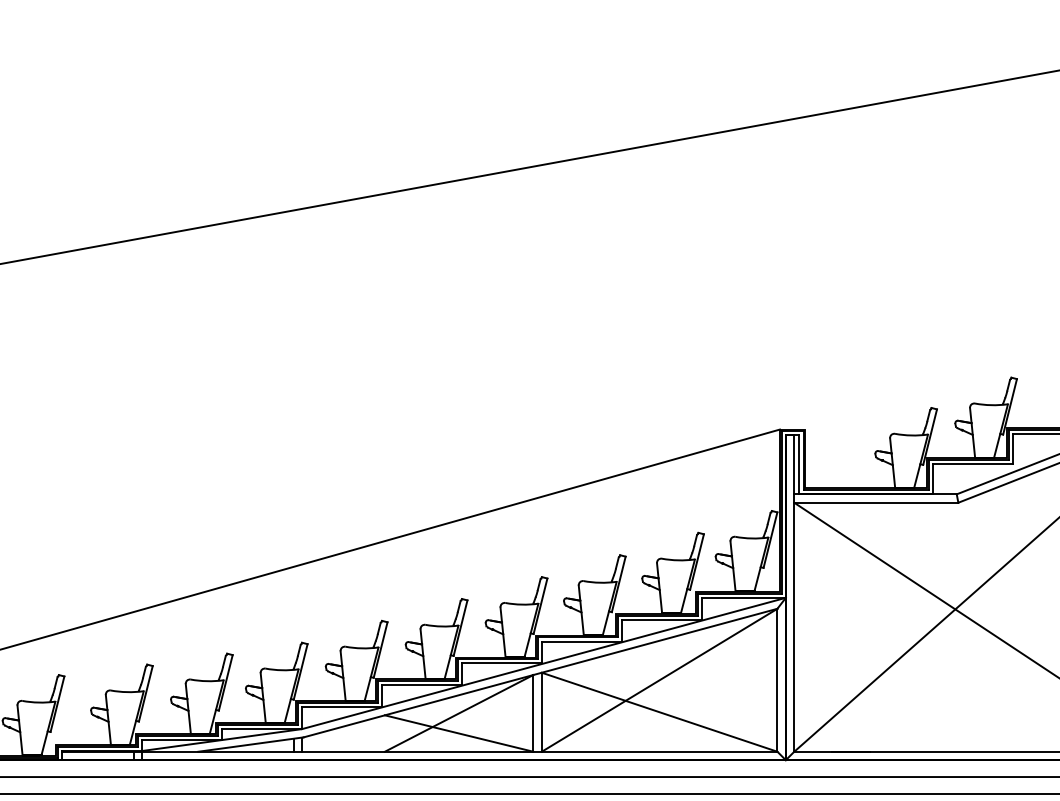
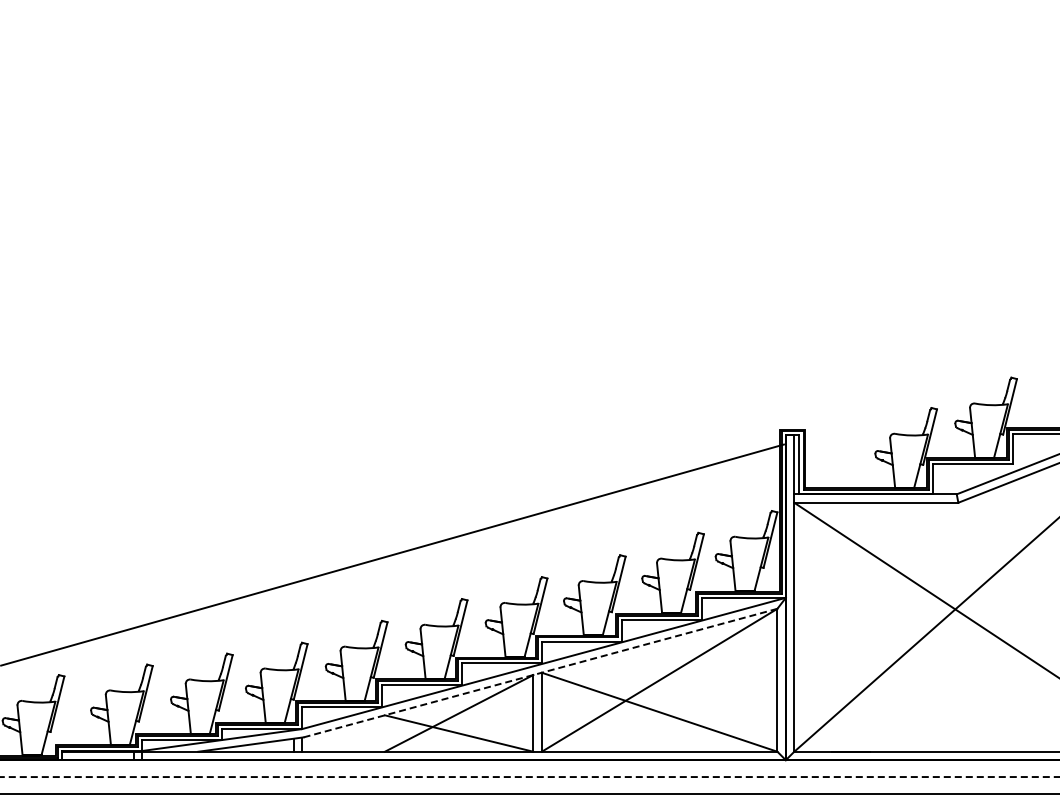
line at (529, 167): present -> none
line at (390, 538) position: (390, 538) -> (392, 554)
line at (540, 673): solid -> dashed
line at (530, 777): solid -> dashed
